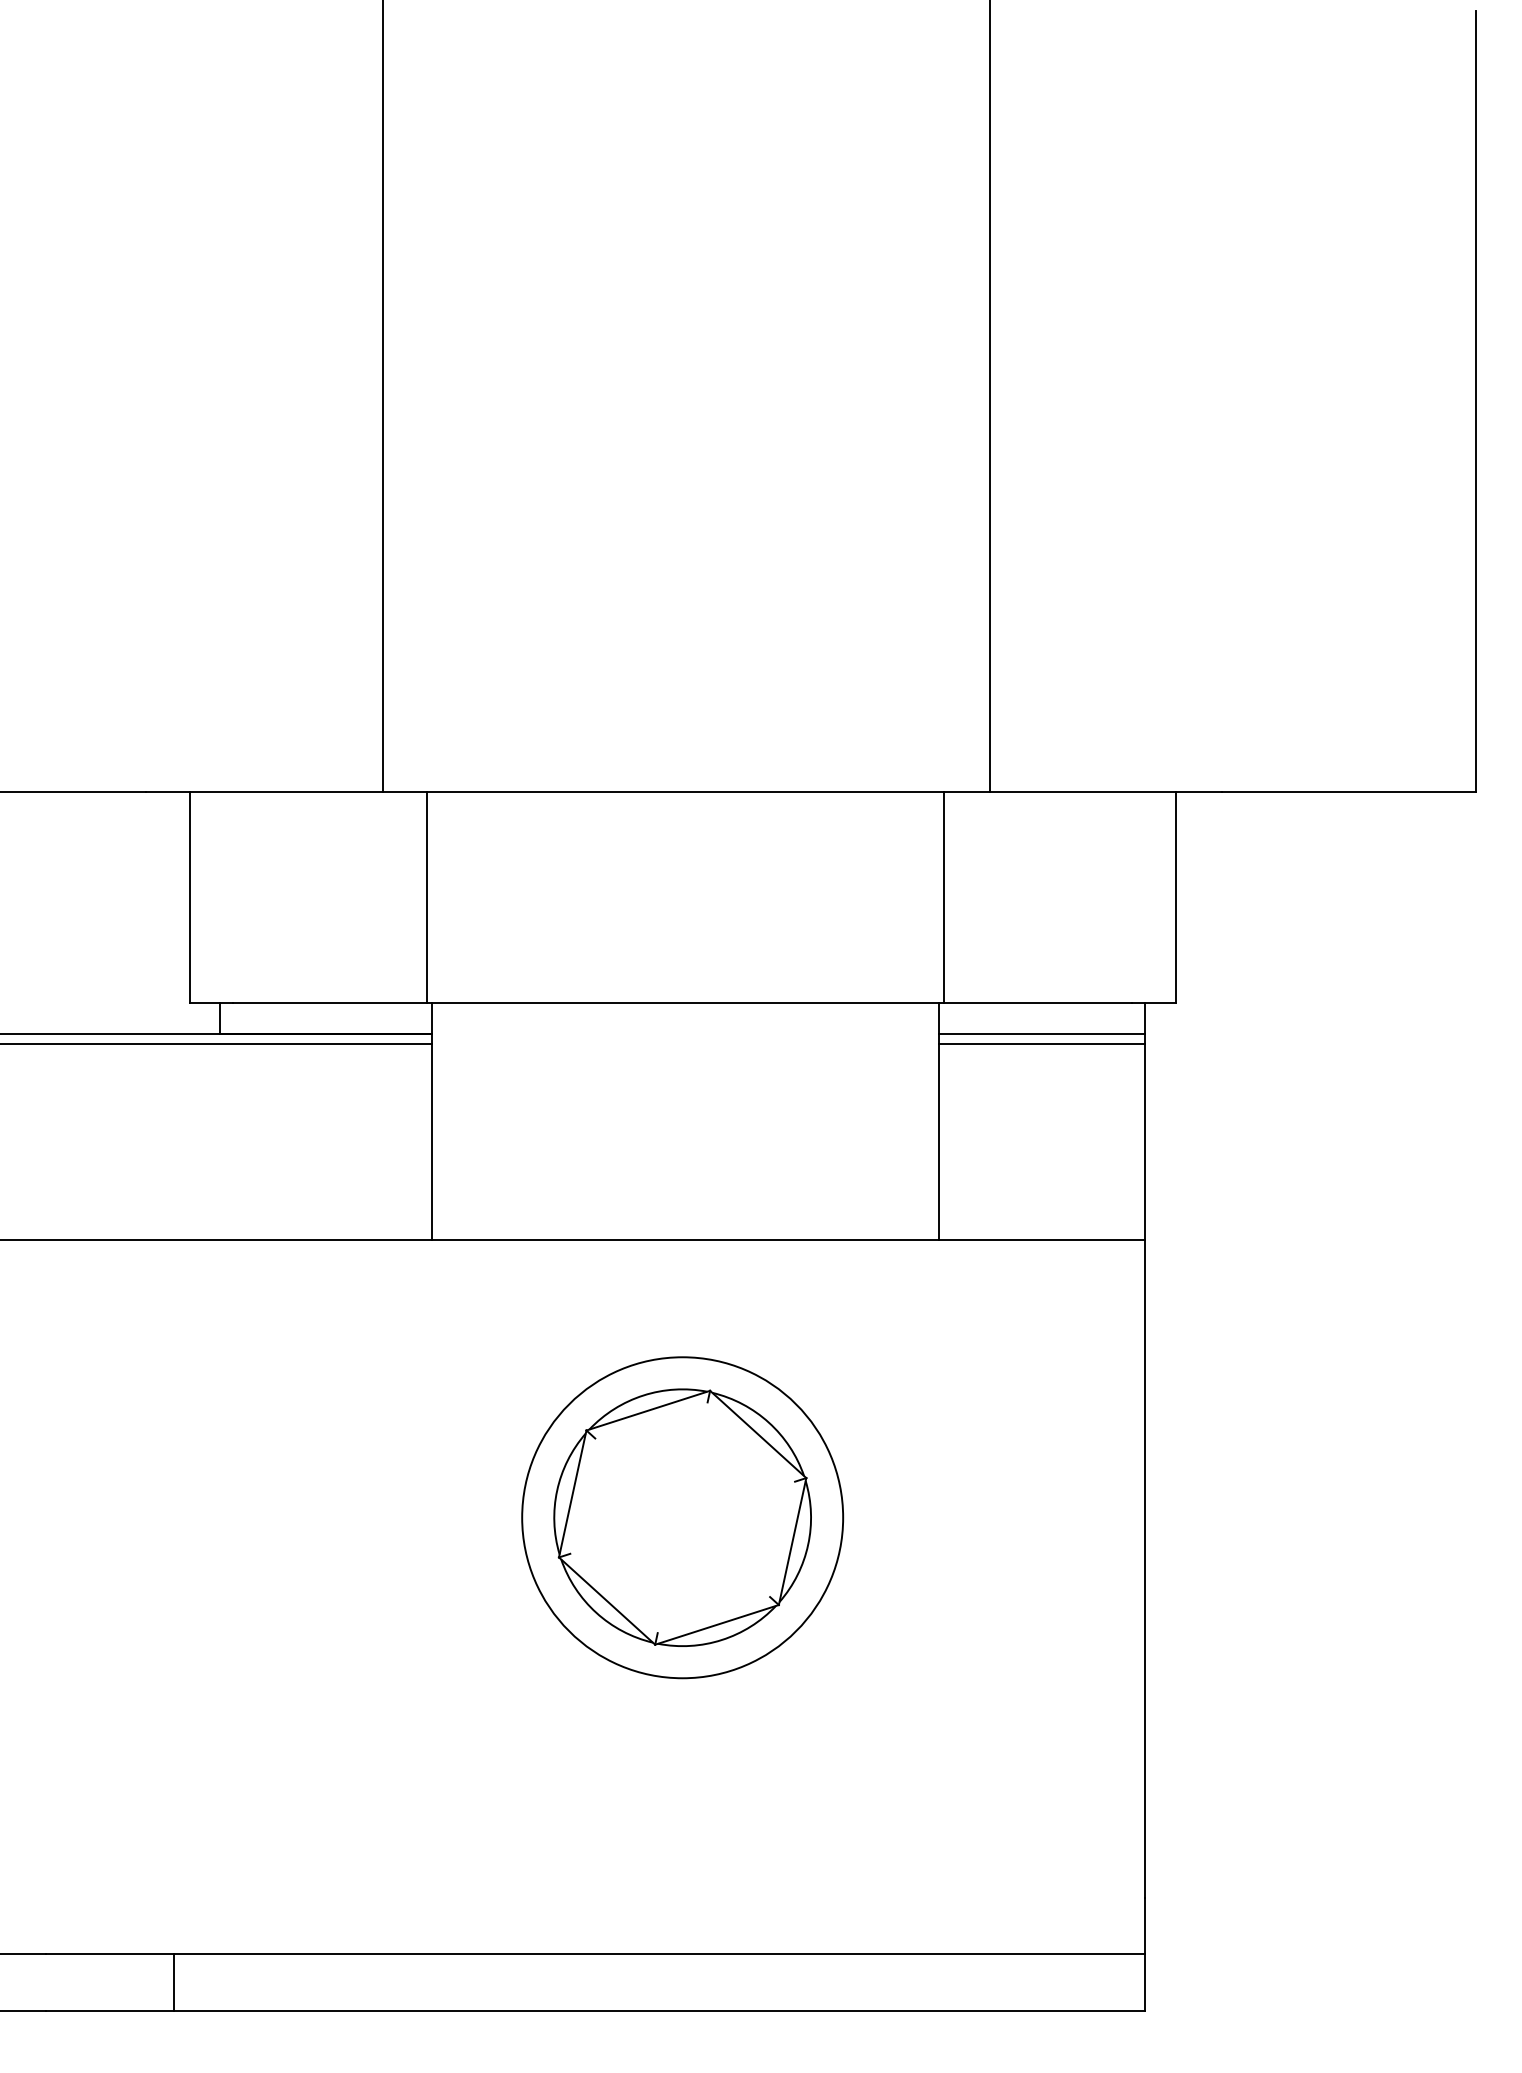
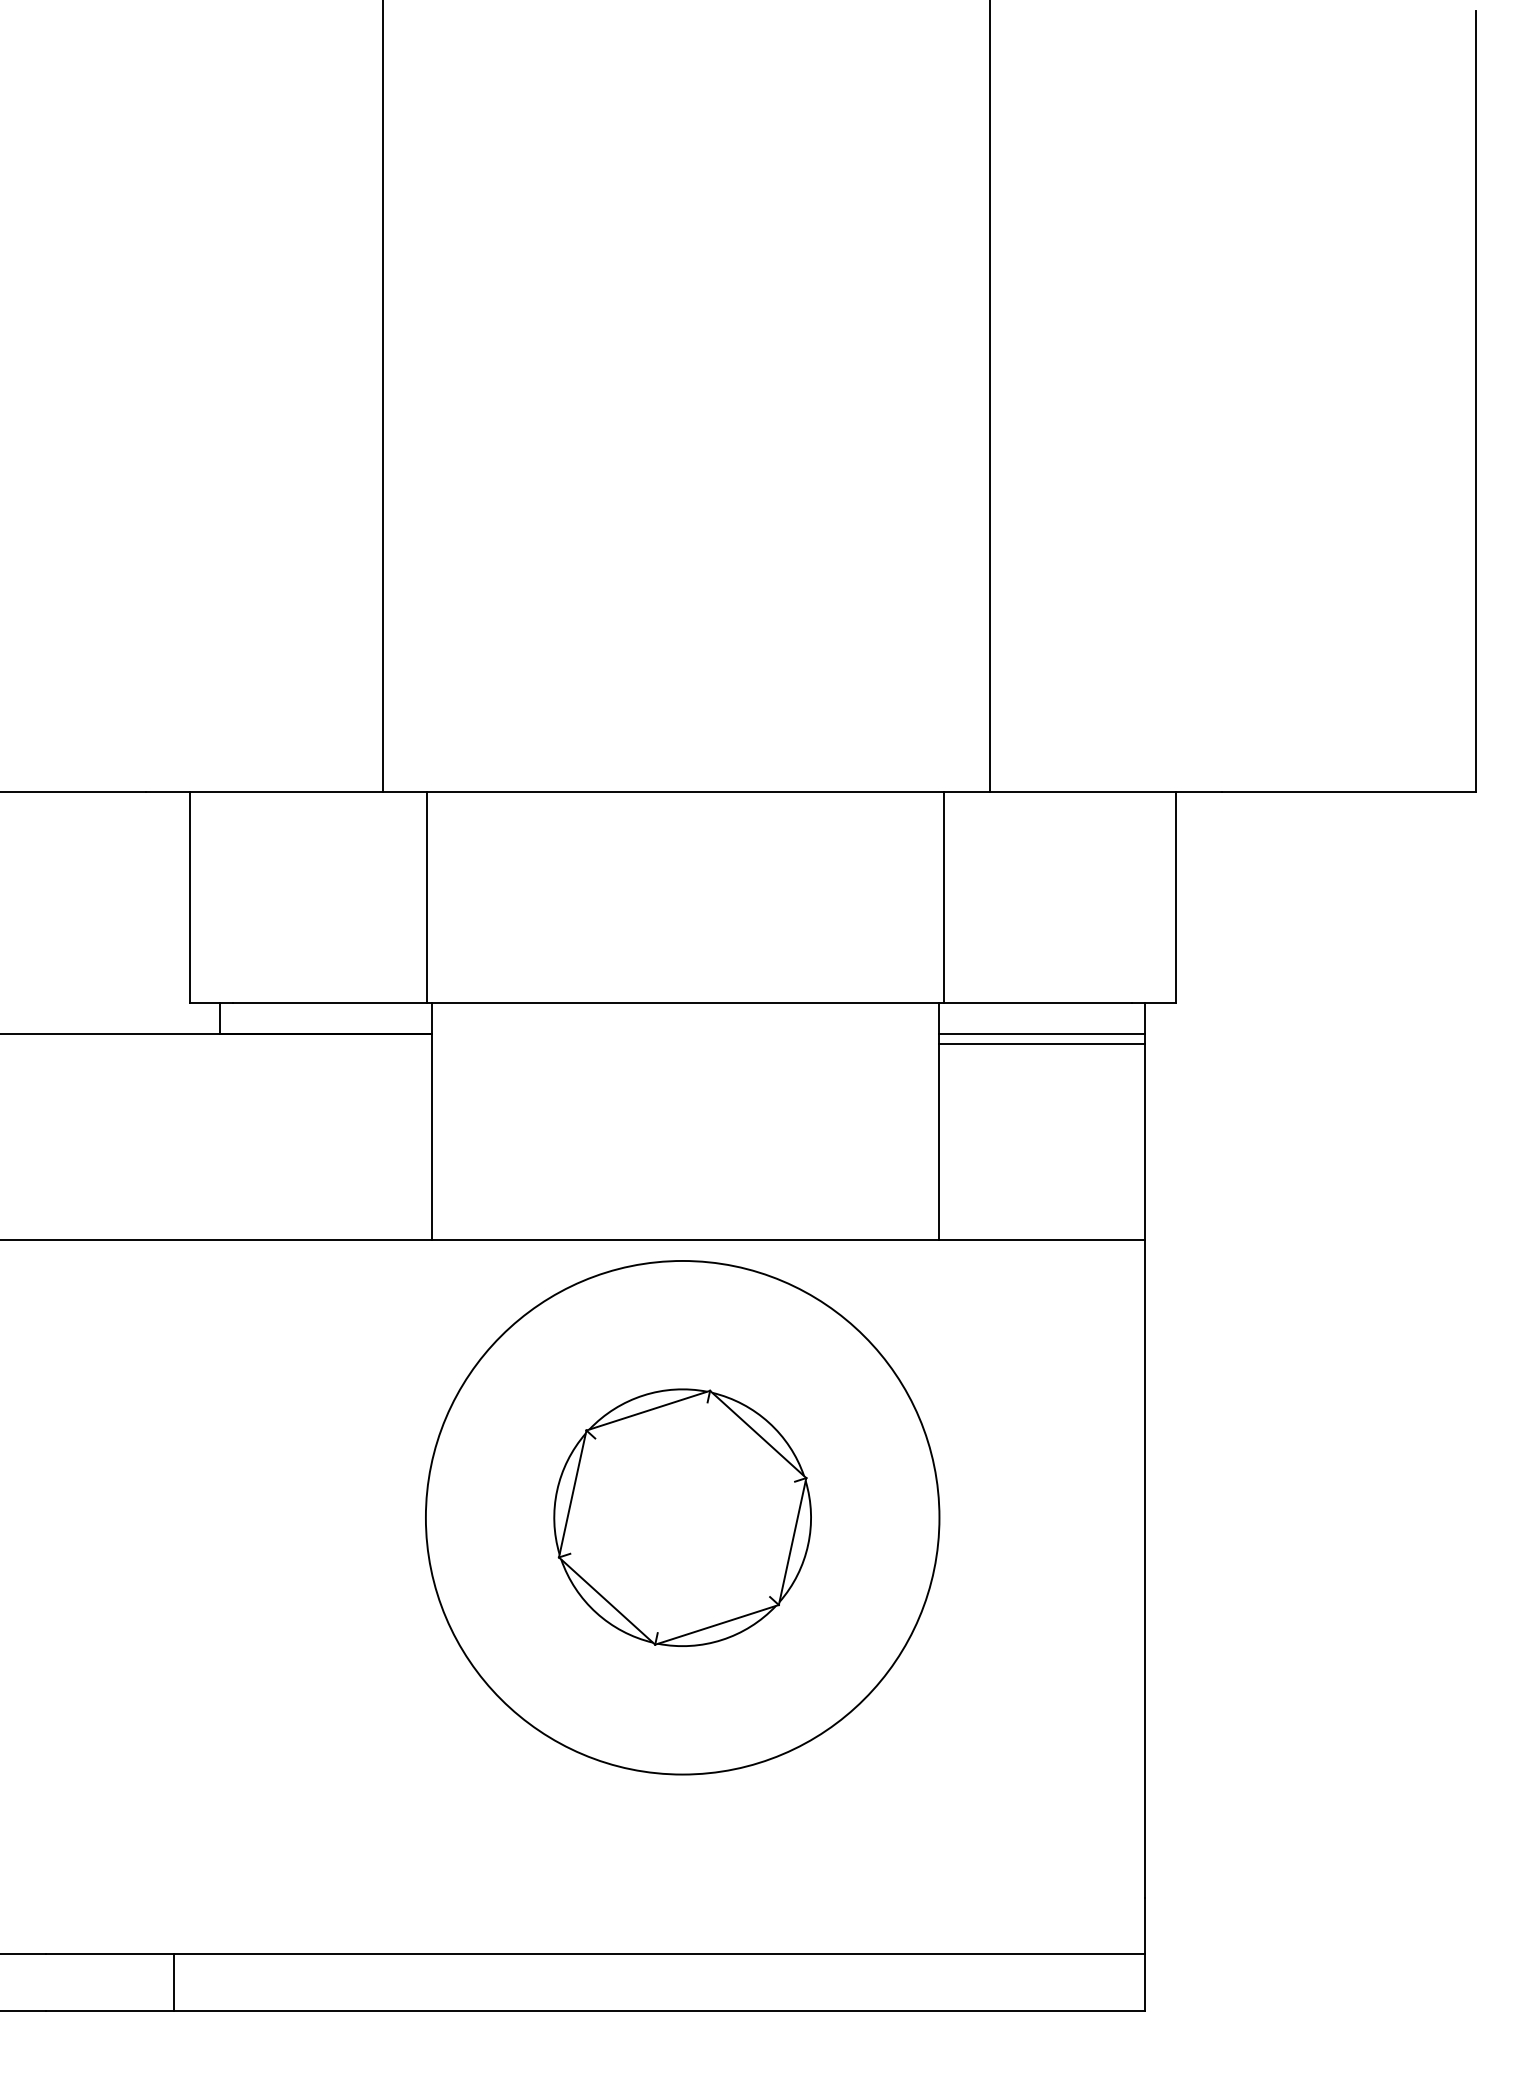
line at (217, 1044): present -> none
circle at (682, 1517) diameter: 321 px -> 514 px
